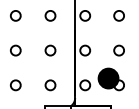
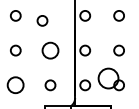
circle at (50, 15) position: (50, 15) -> (42, 20)
circle at (50, 50) size: 13x13 px -> 19x19 px
fill at (108, 78): present -> none
circle at (15, 85) size: 12x13 px -> 19x19 px
